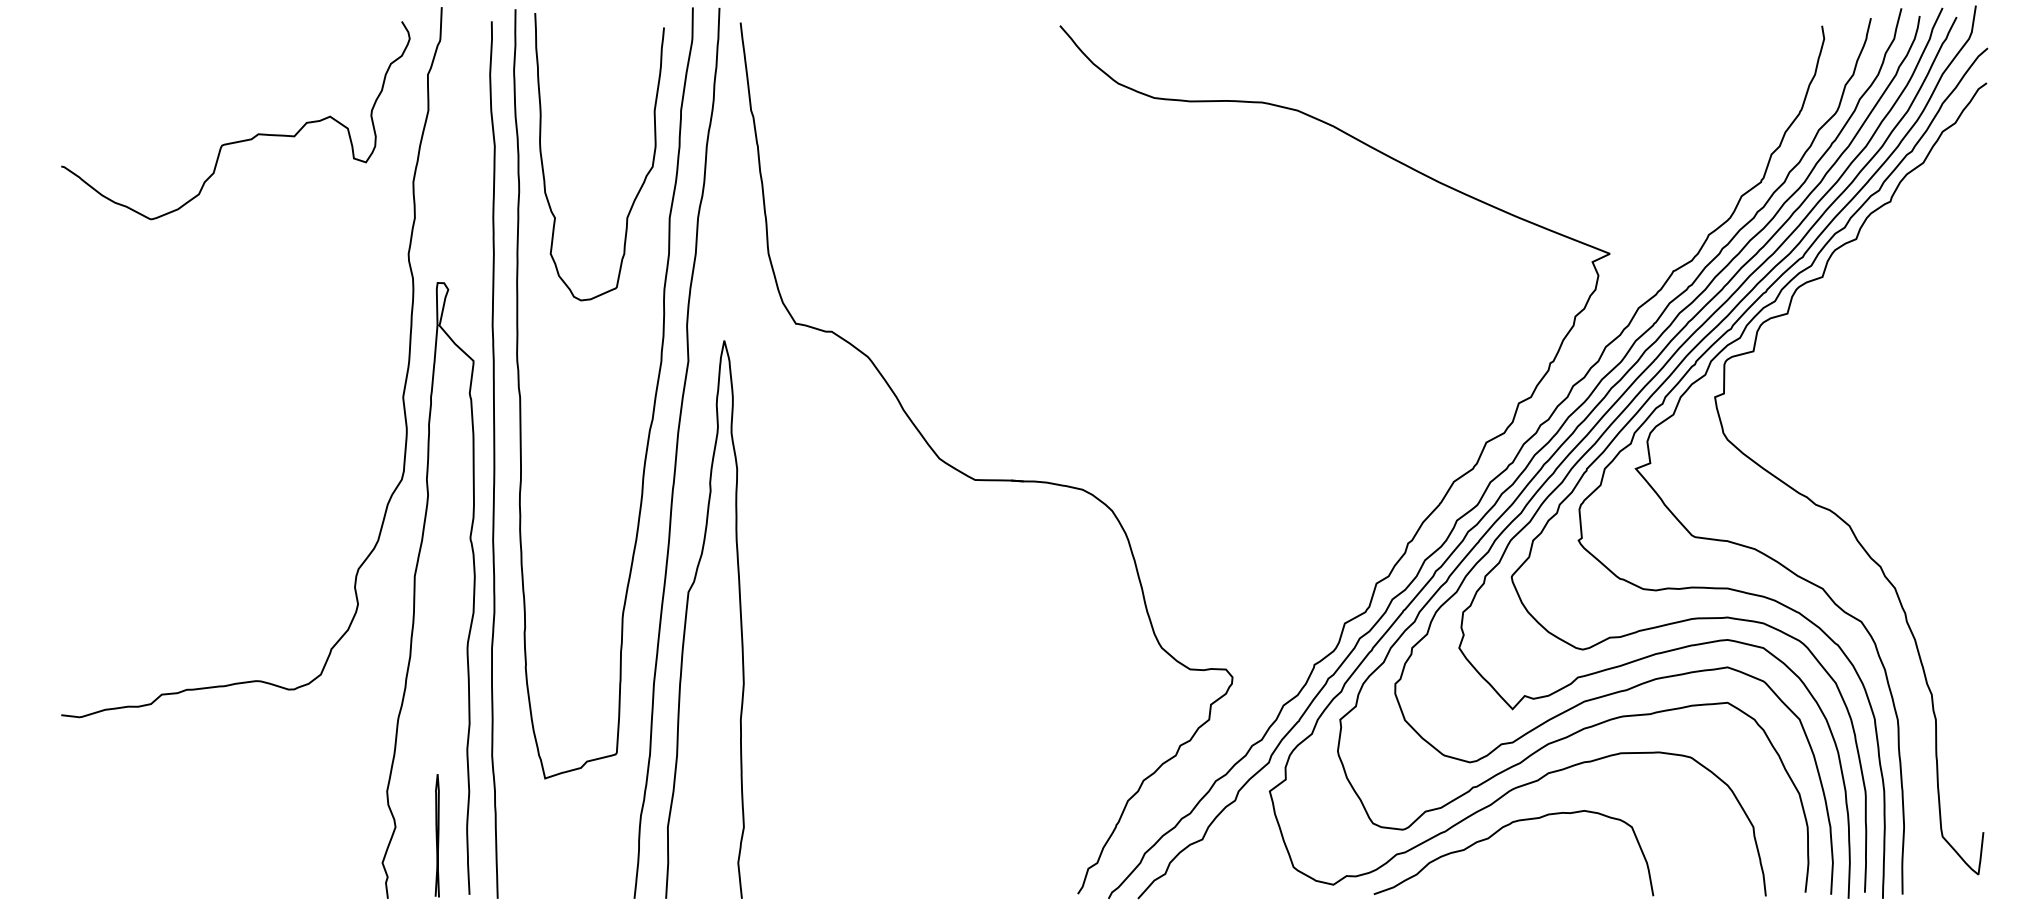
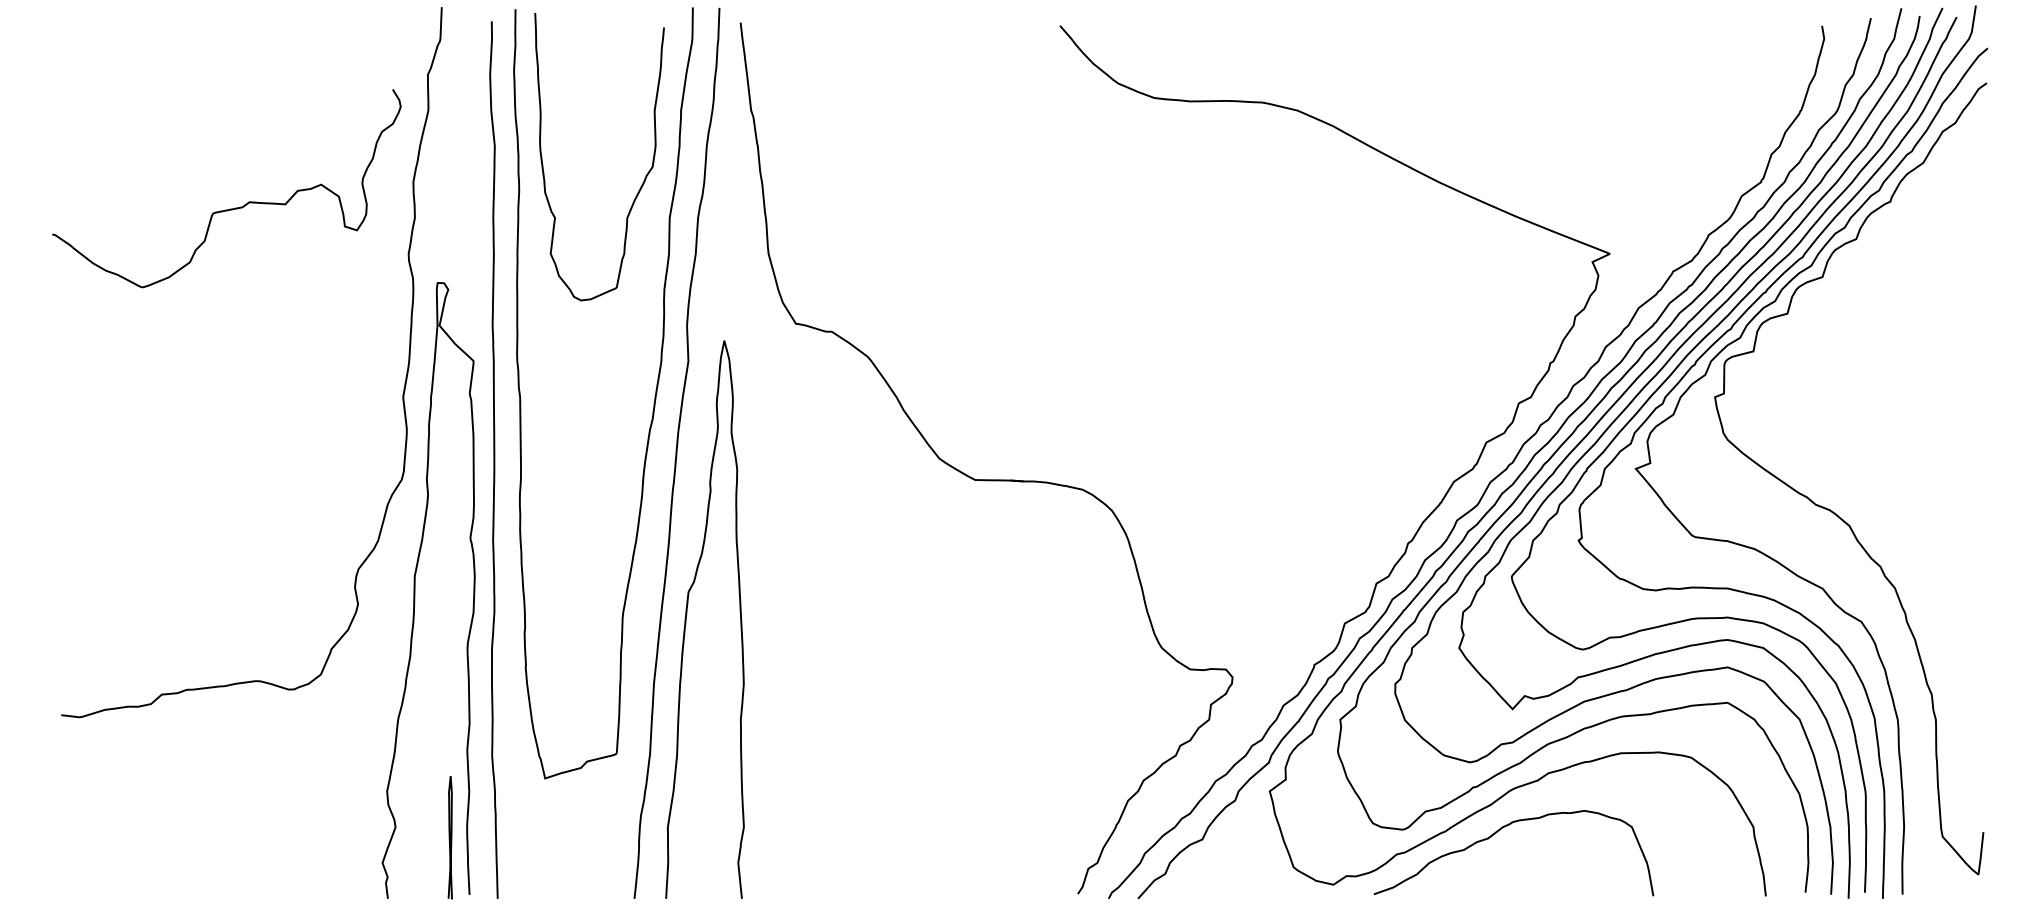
curve at (239, 140) position: (239, 140) -> (230, 208)
curve at (436, 835) position: (436, 835) -> (449, 837)
